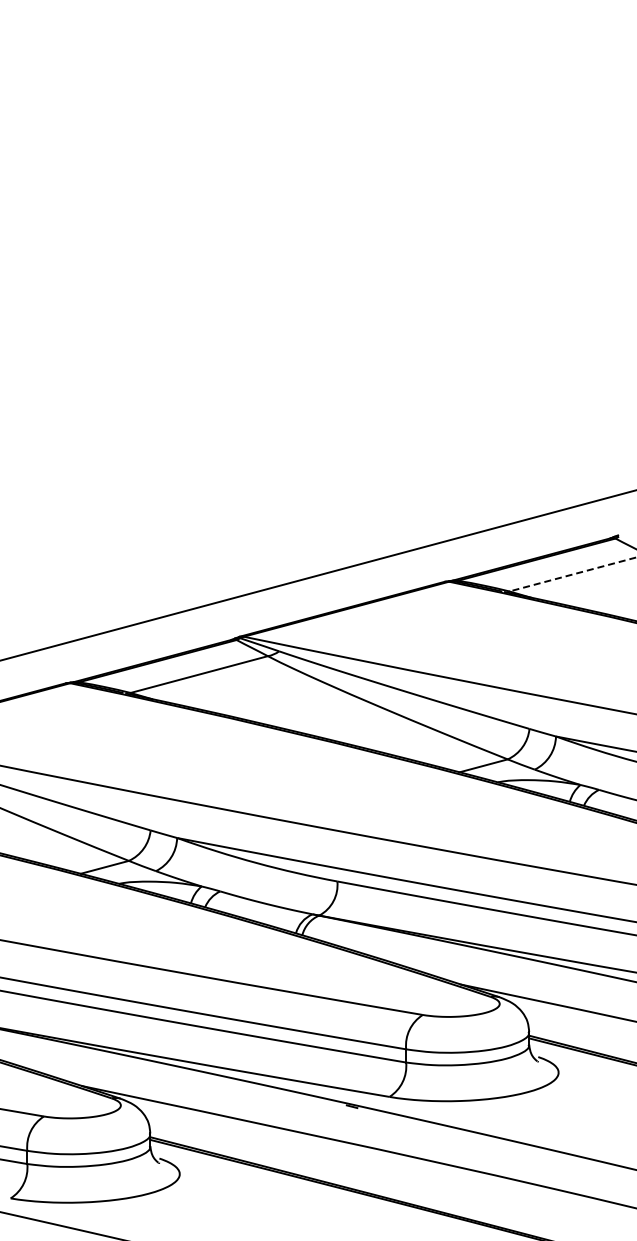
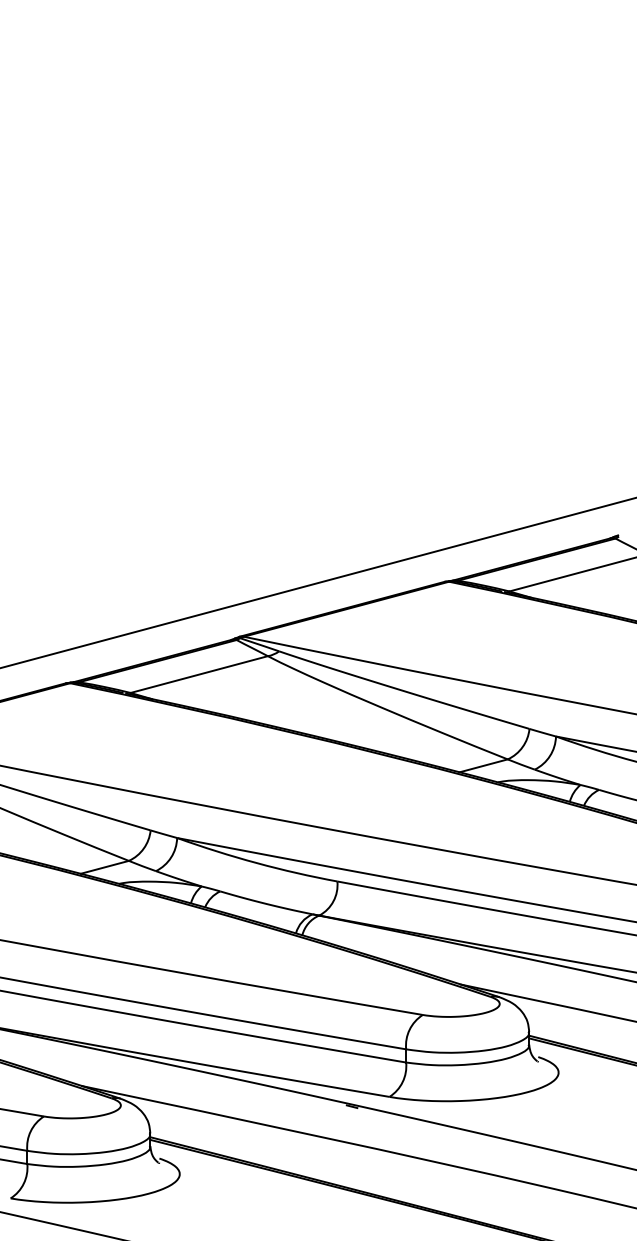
line at (572, 574): dashed -> solid
line at (317, 575) position: (317, 575) -> (317, 582)
